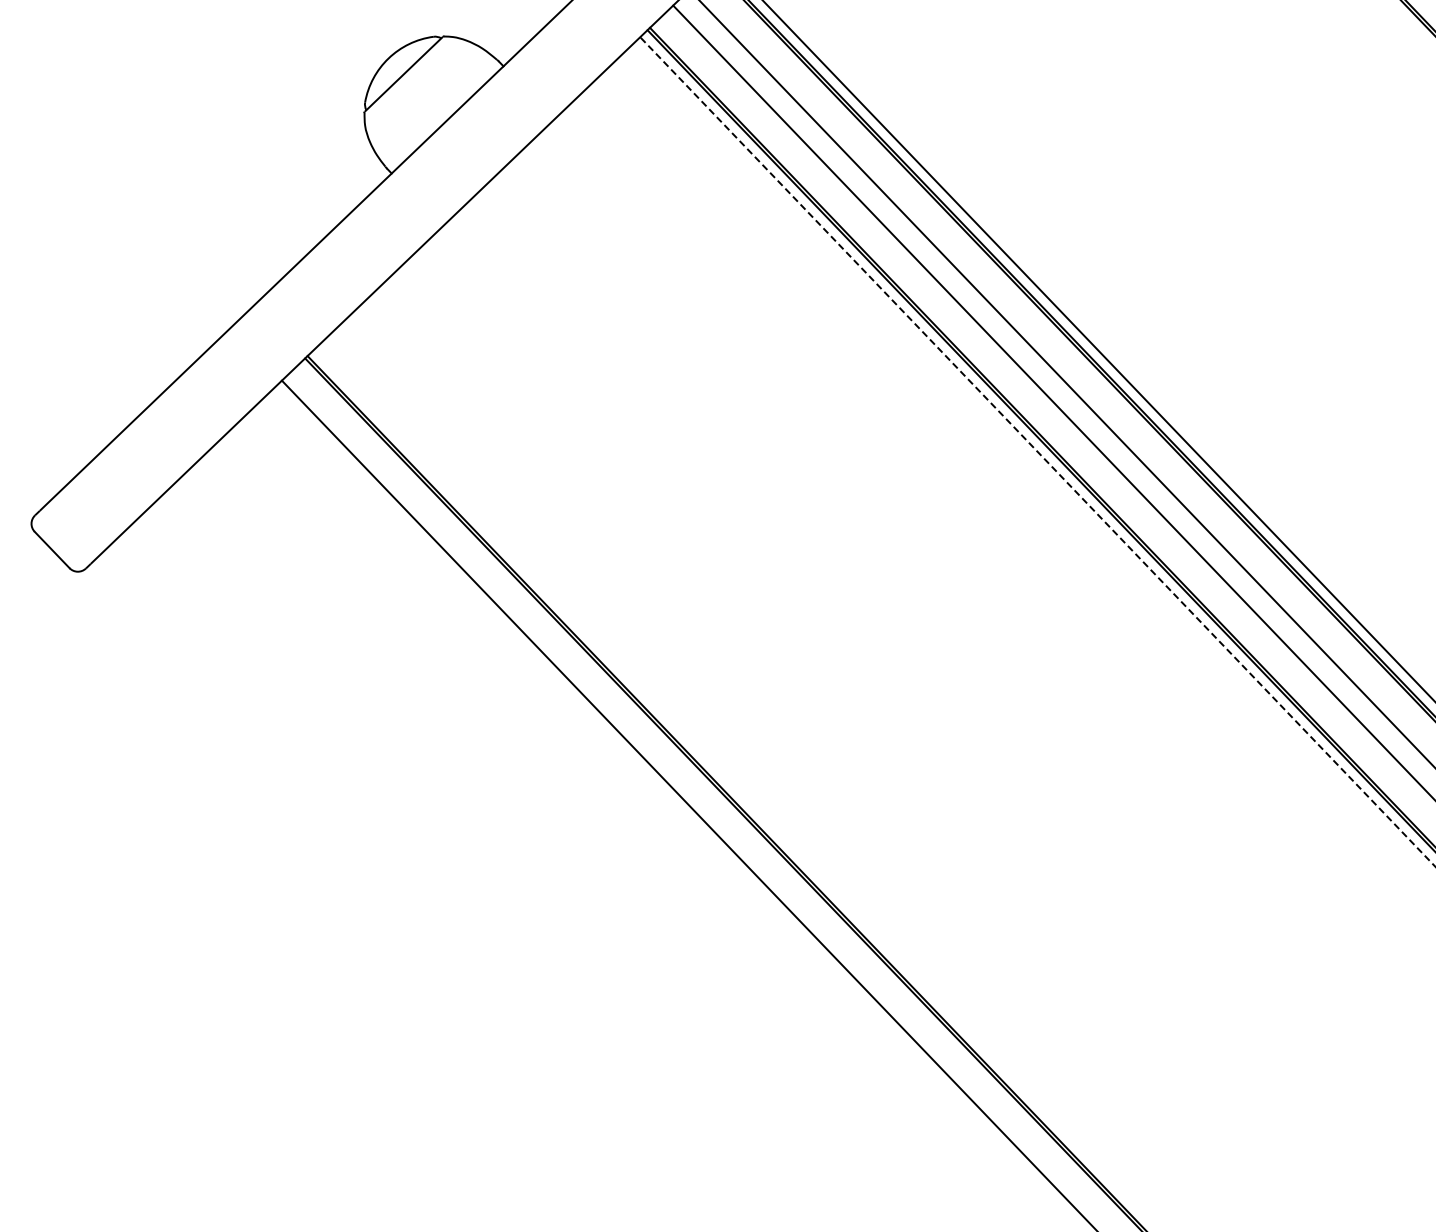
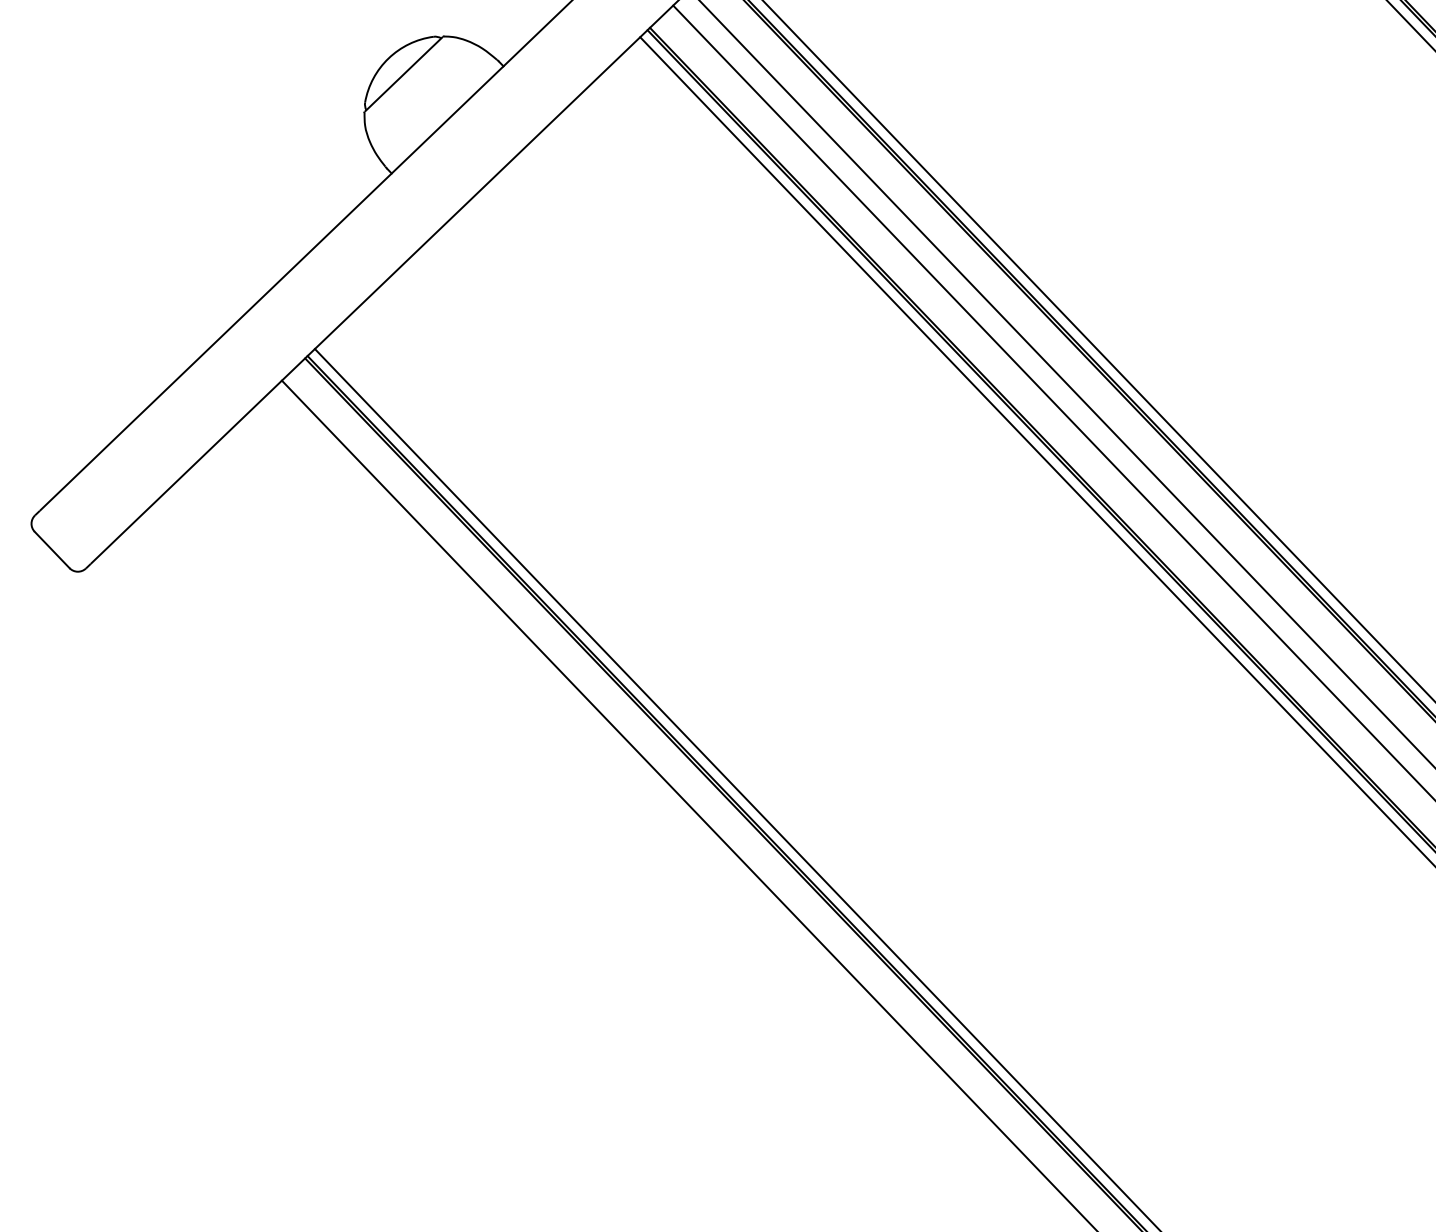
line at (1410, 25): none -> present
line at (1038, 452): dashed -> solid
line at (736, 788): none -> present
